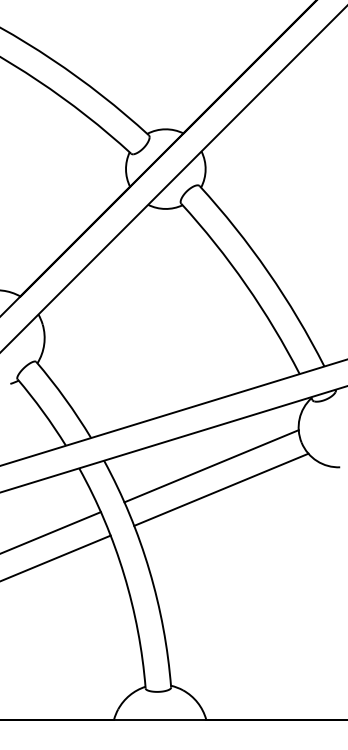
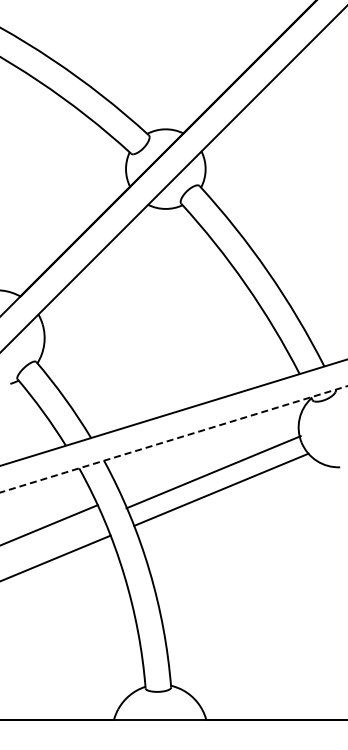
line at (174, 439): solid -> dashed
line at (211, 466) position: (211, 466) -> (213, 472)
line at (51, 532) position: (51, 532) -> (49, 524)
